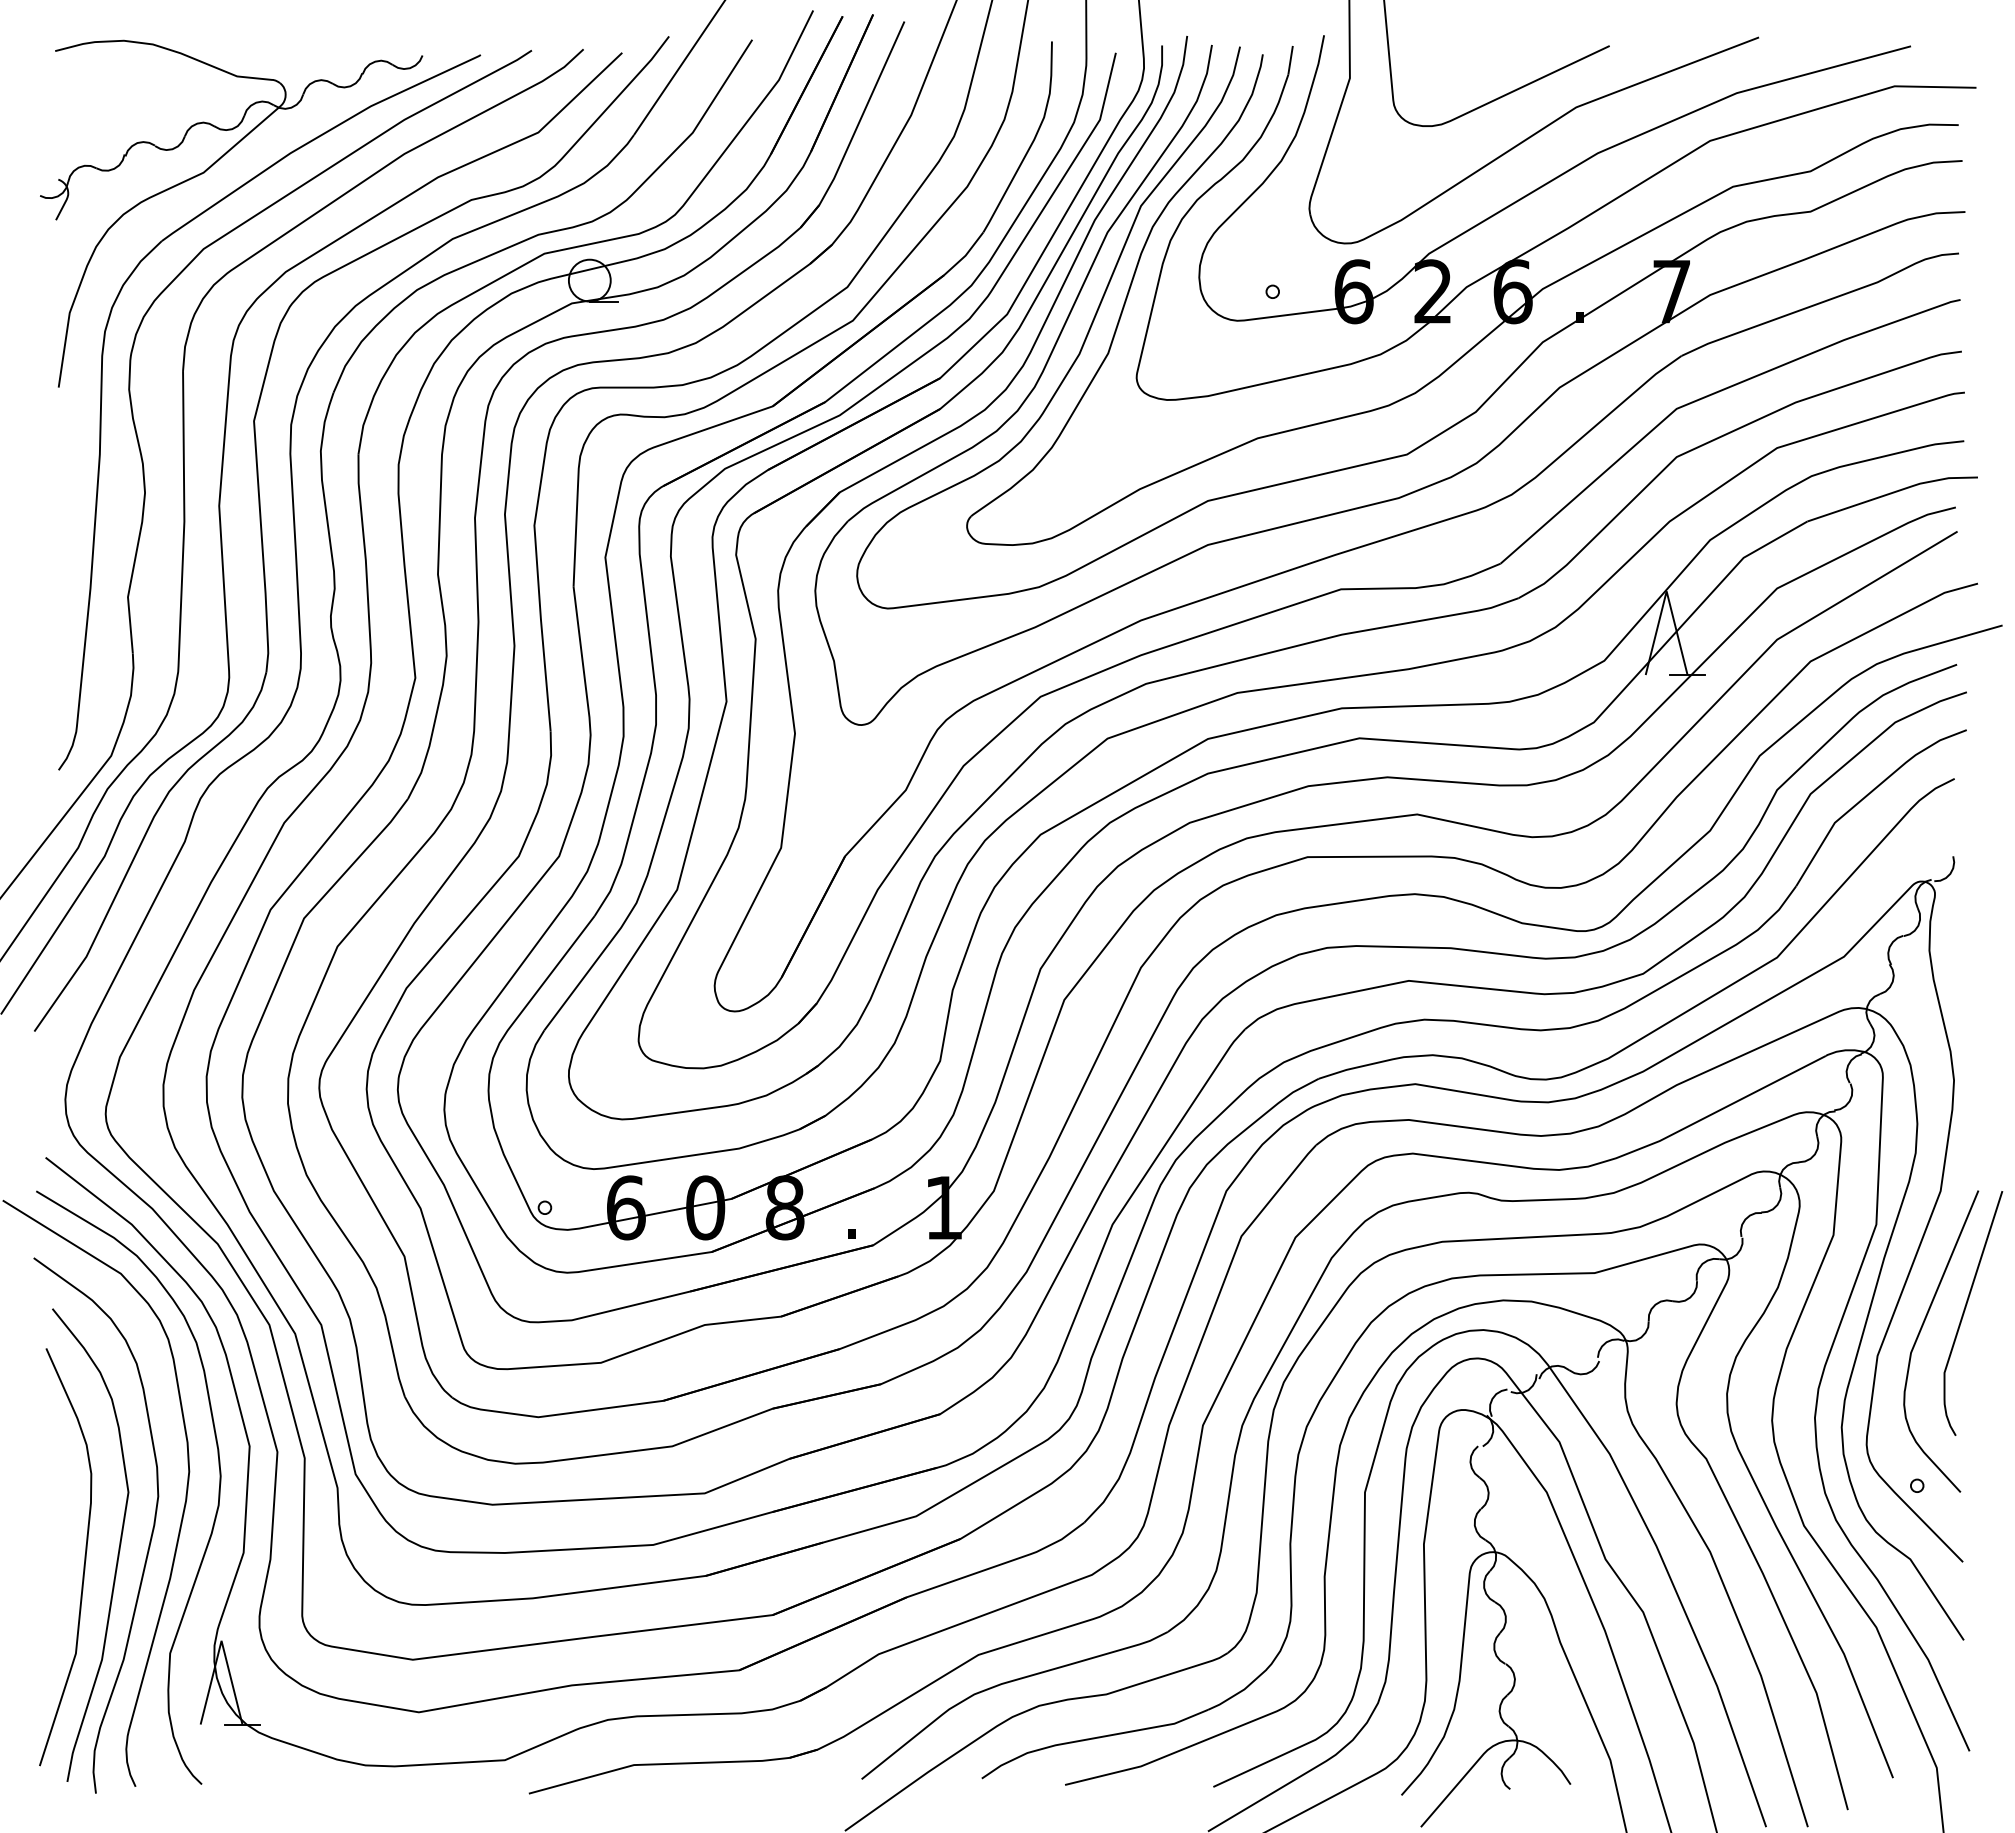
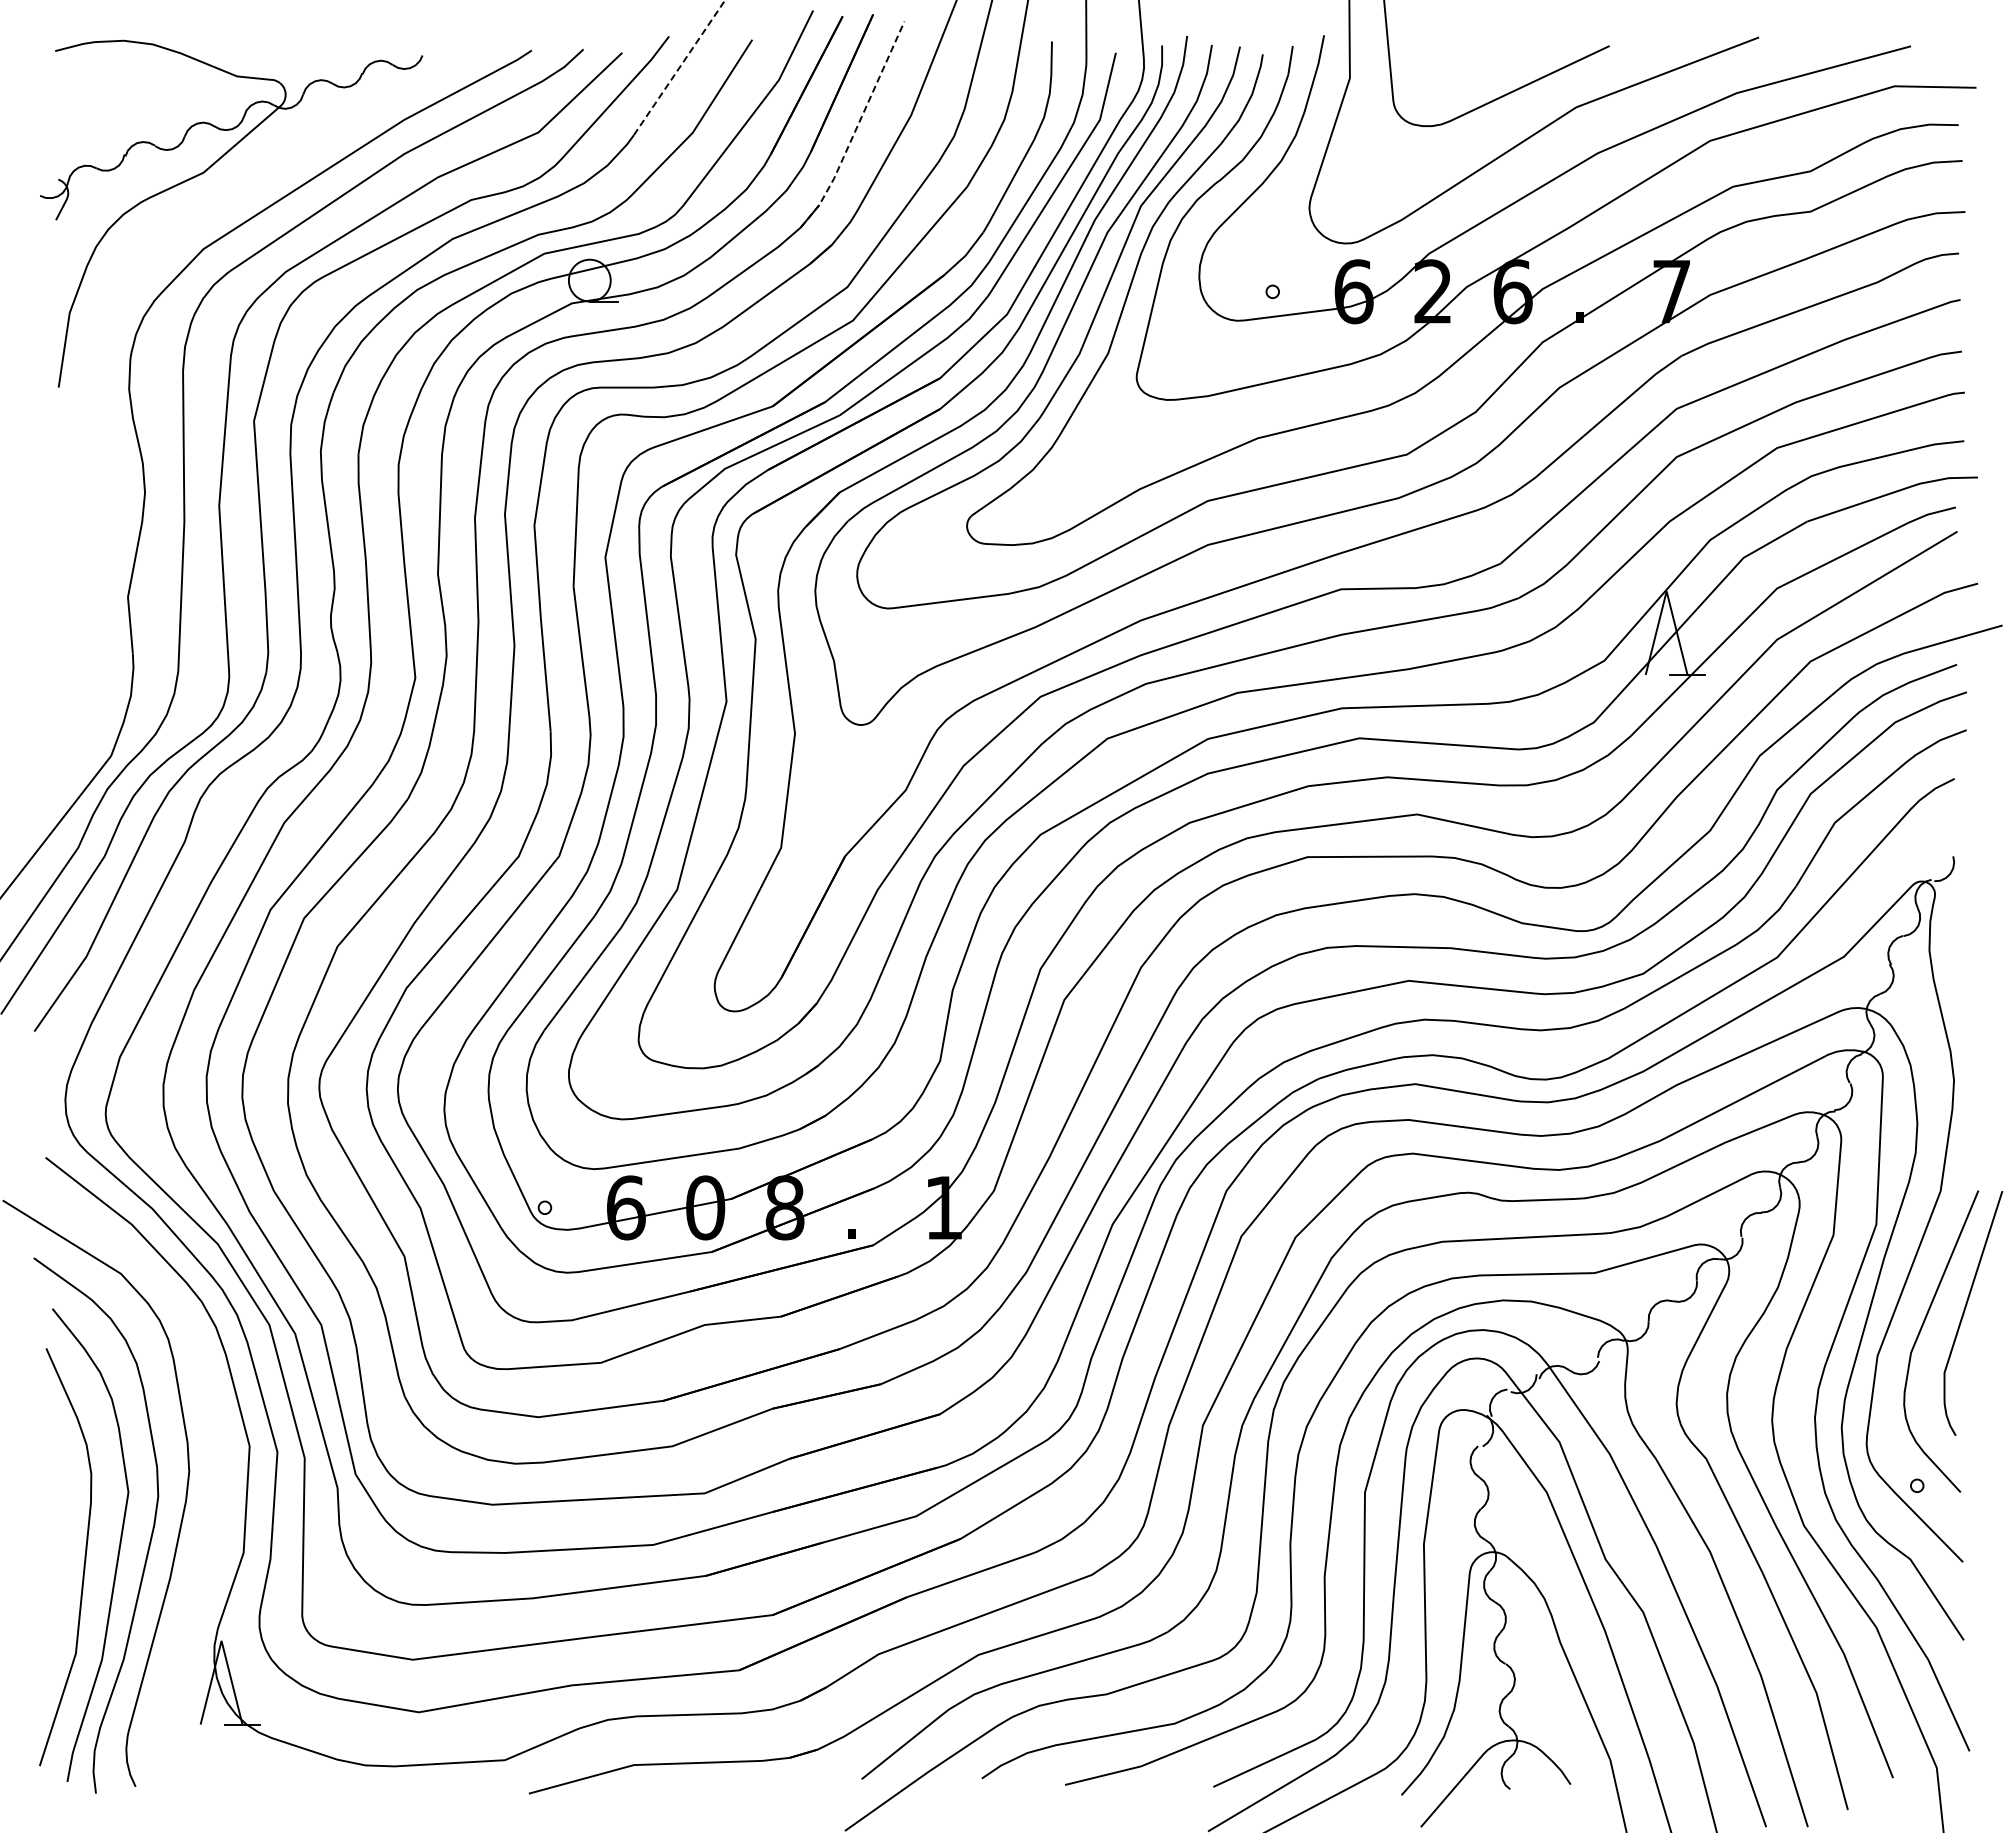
line at (679, 67): solid -> dashed
line at (856, 128): solid -> dashed
part at (102, 399): present -> none
curve at (218, 1489): present -> none
